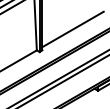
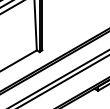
line at (72, 29): present -> none
